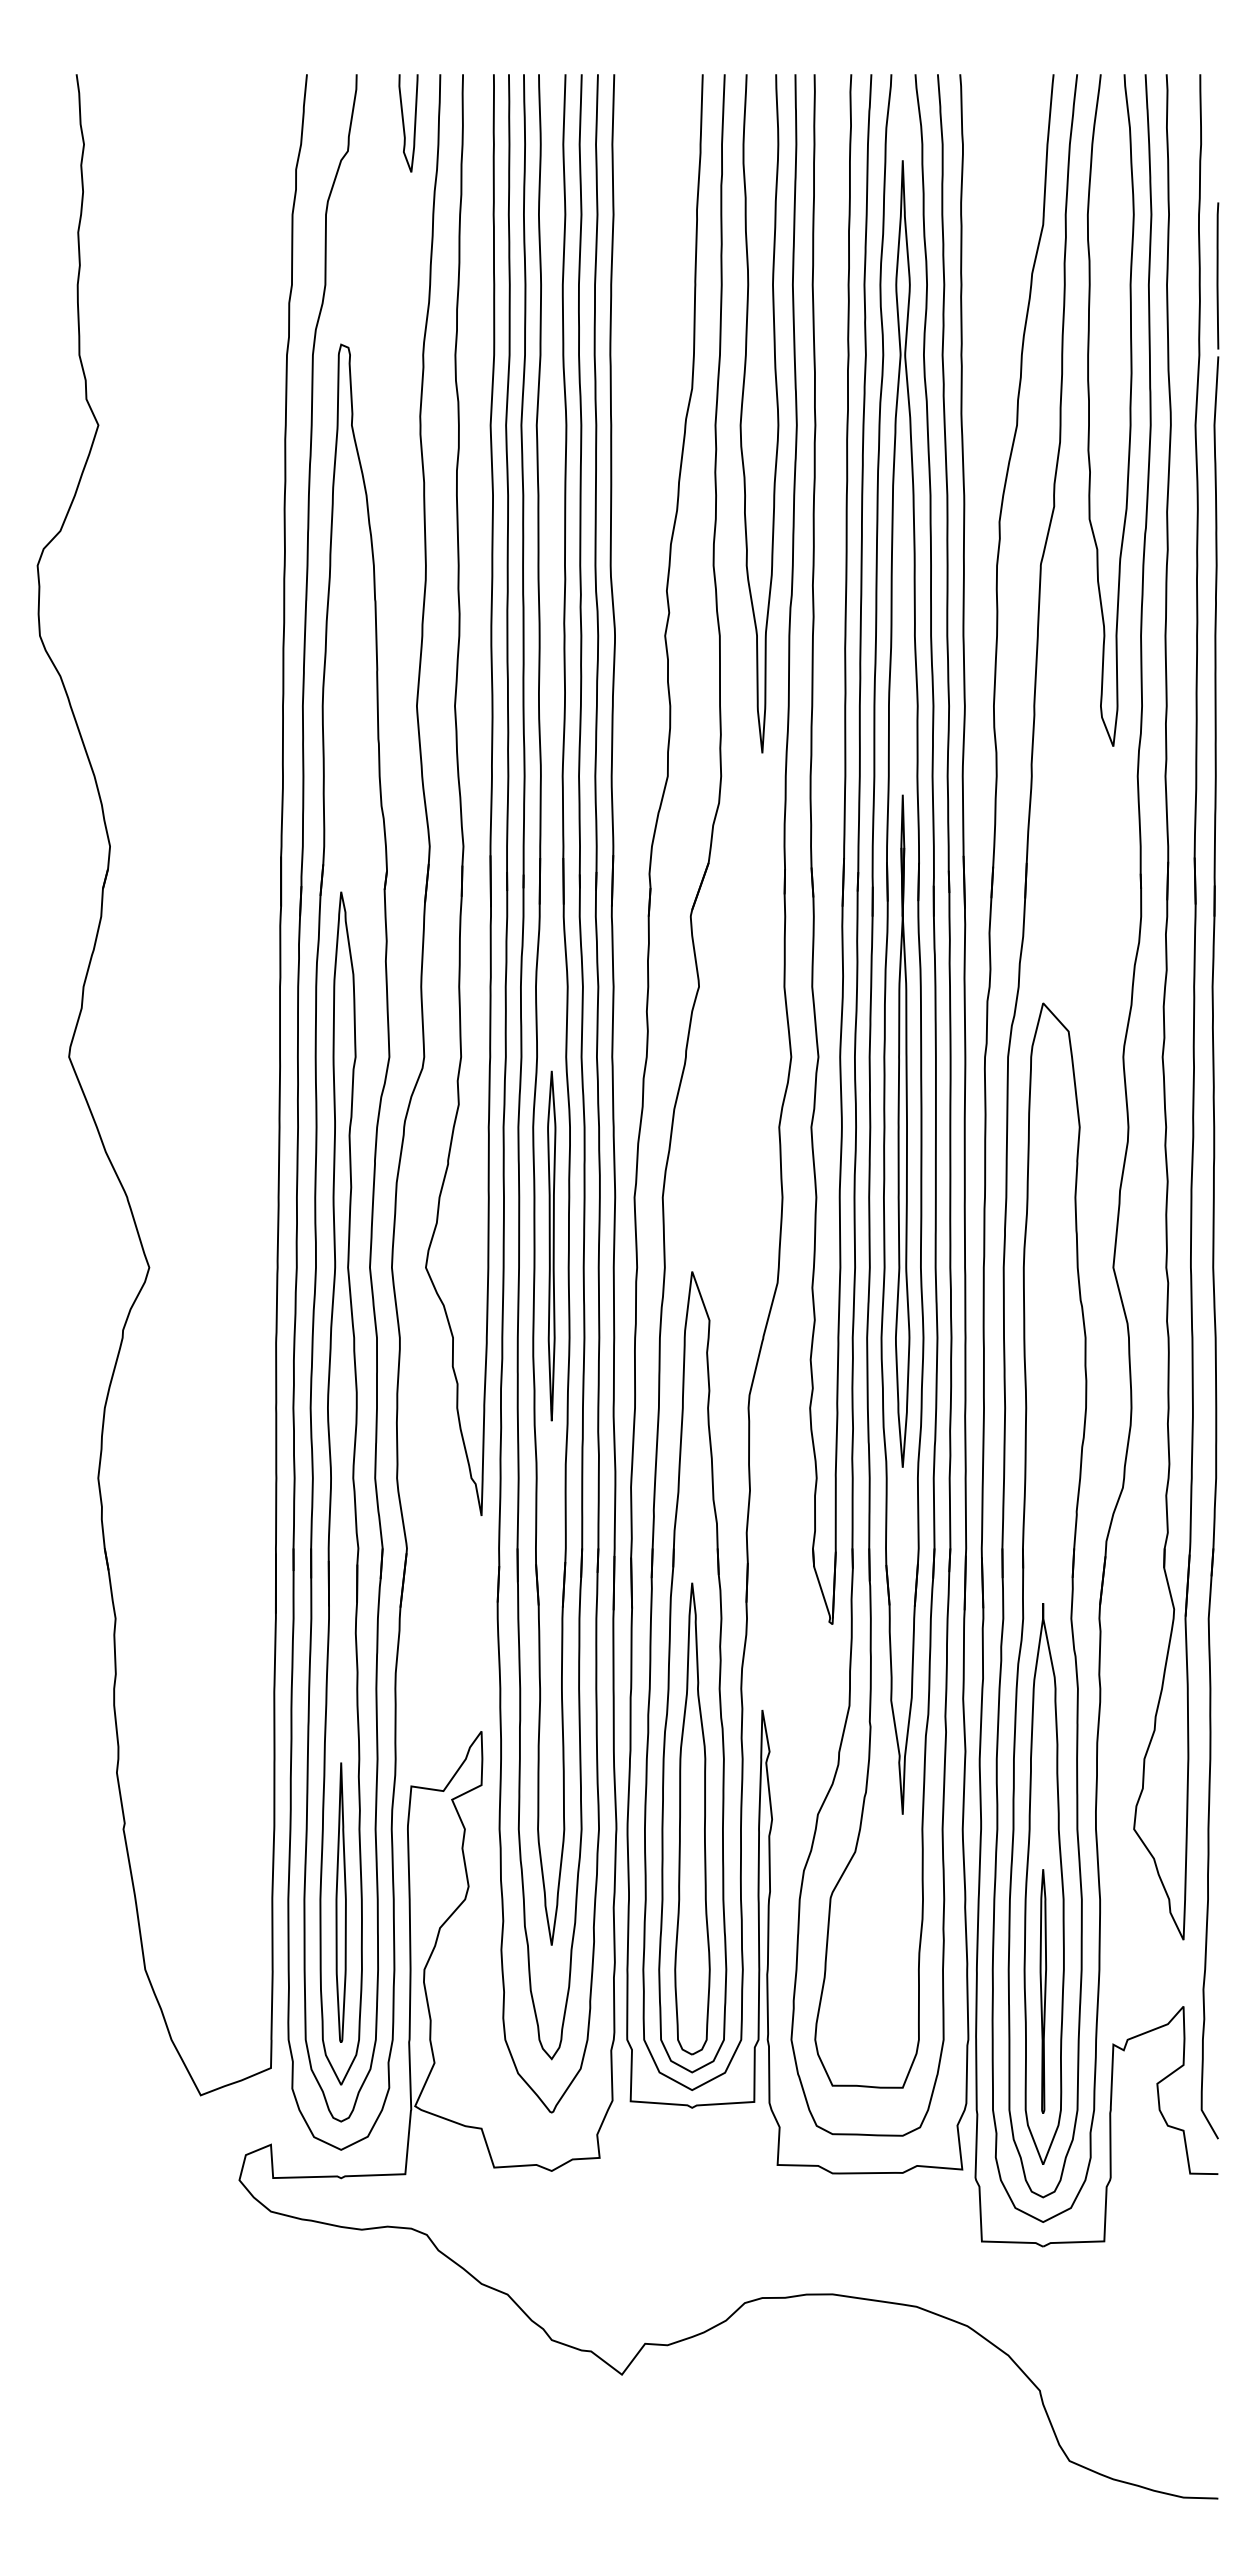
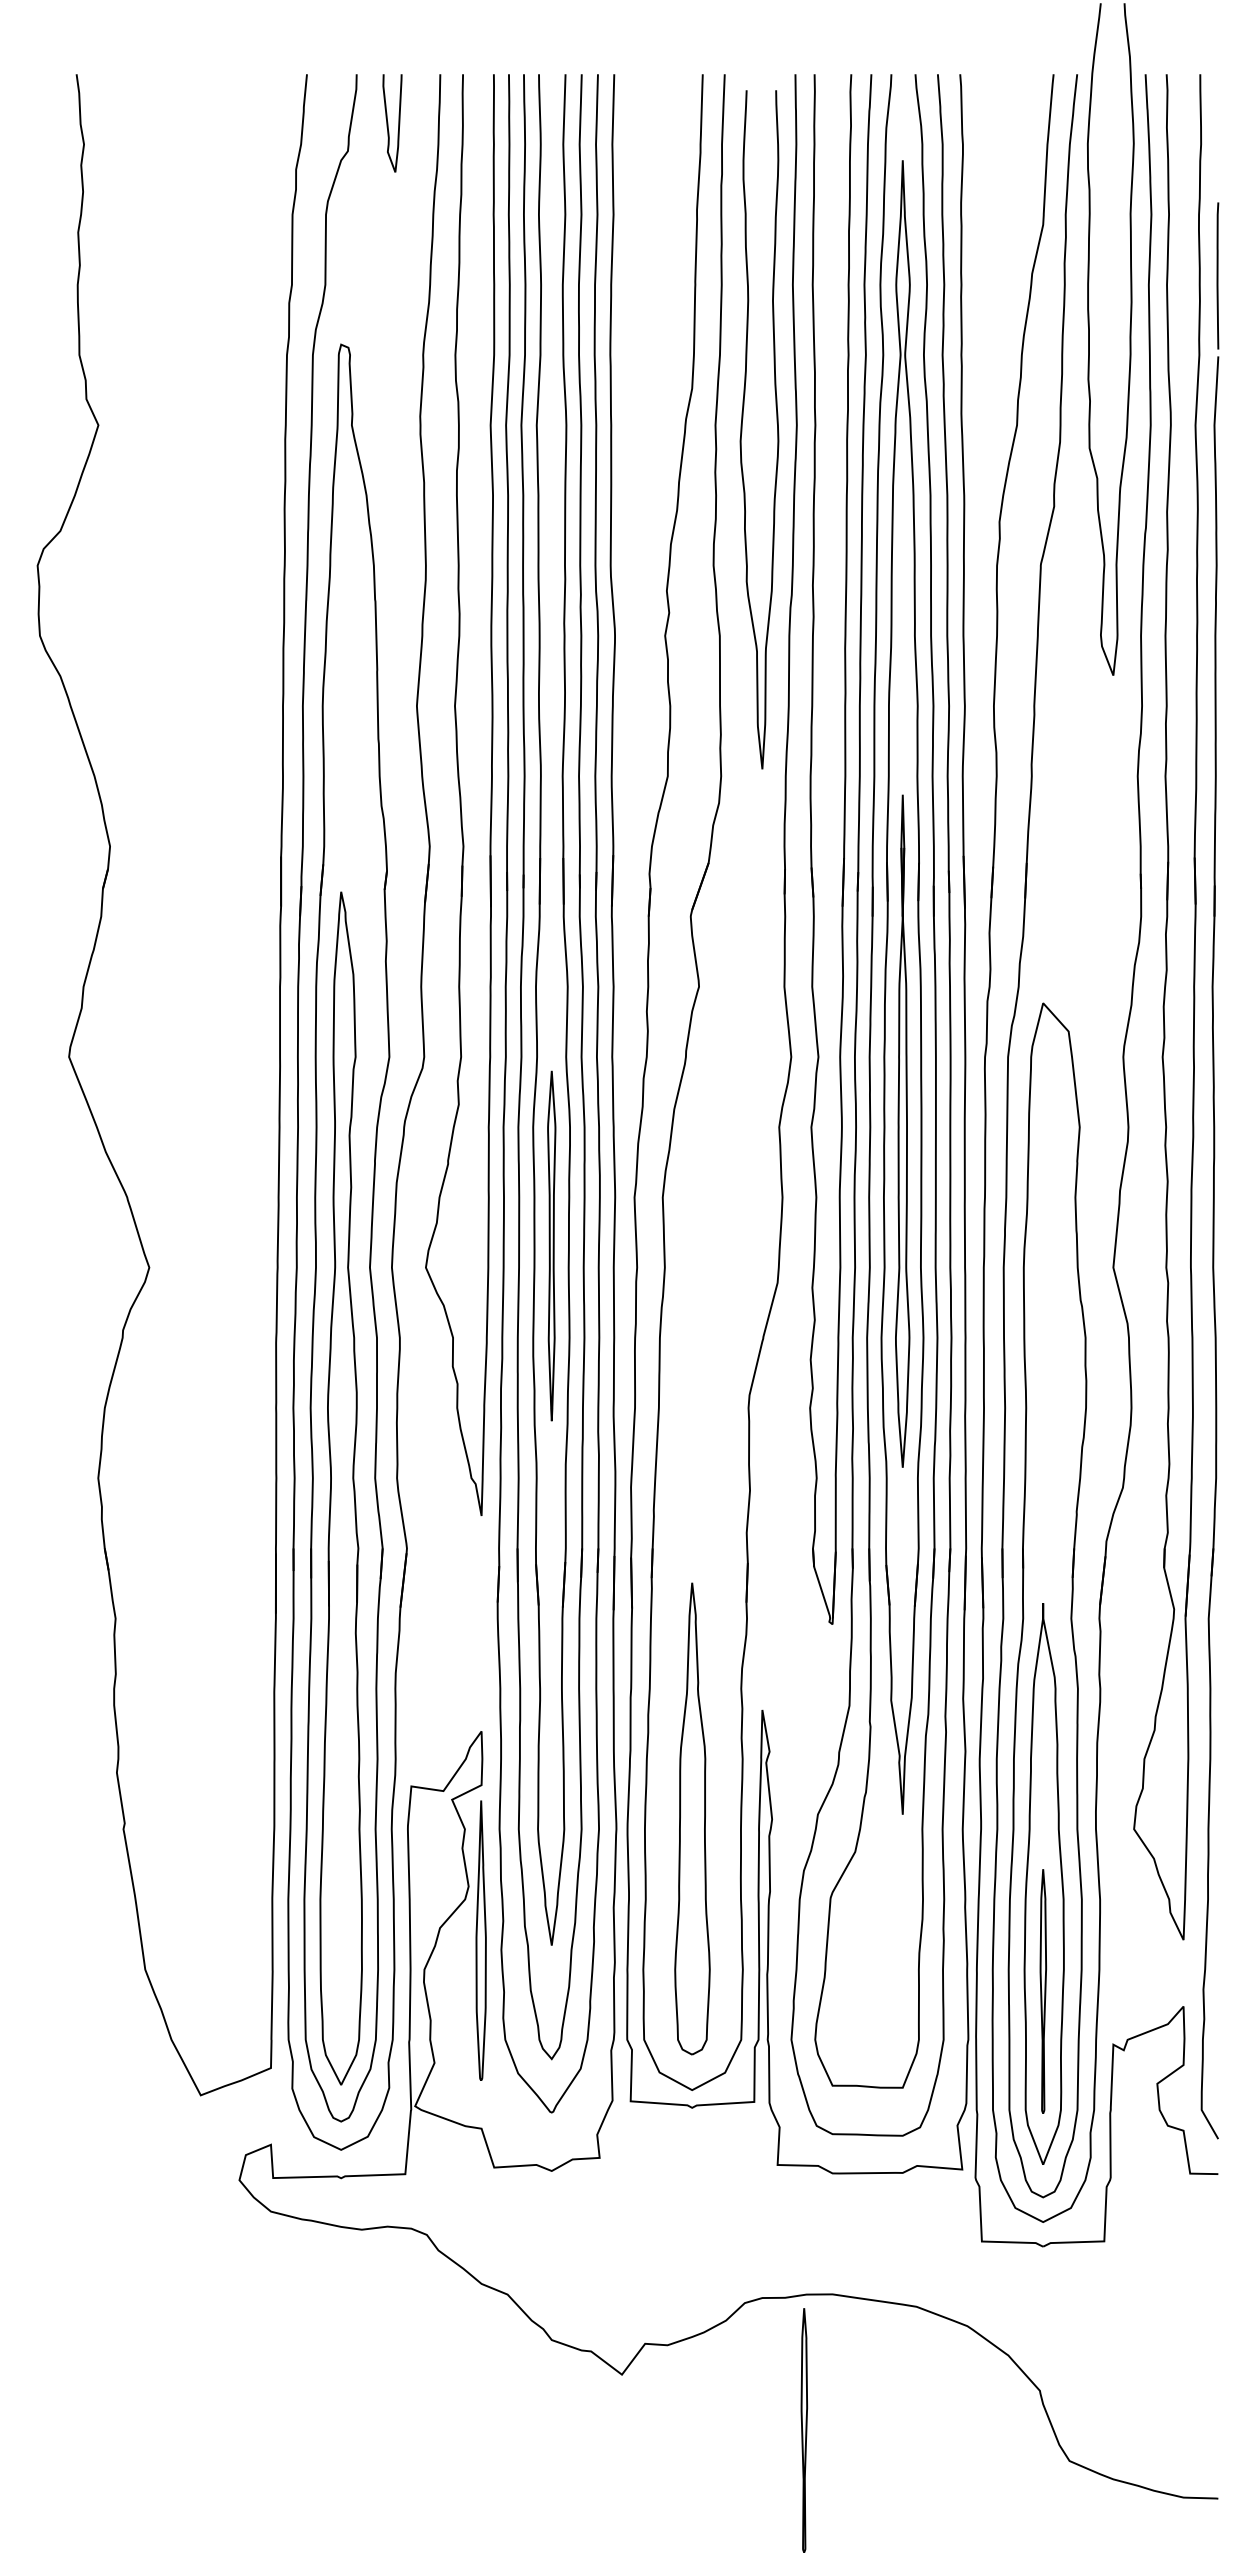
curve at (404, 123) position: (404, 123) -> (388, 123)
curve at (1129, 410) position: (1129, 410) -> (1129, 339)
curve at (742, 413) position: (742, 413) -> (742, 429)
part at (692, 1672): present -> none
part at (340, 1902) position: (340, 1902) -> (480, 1940)
part at (803, 2430): none -> present
